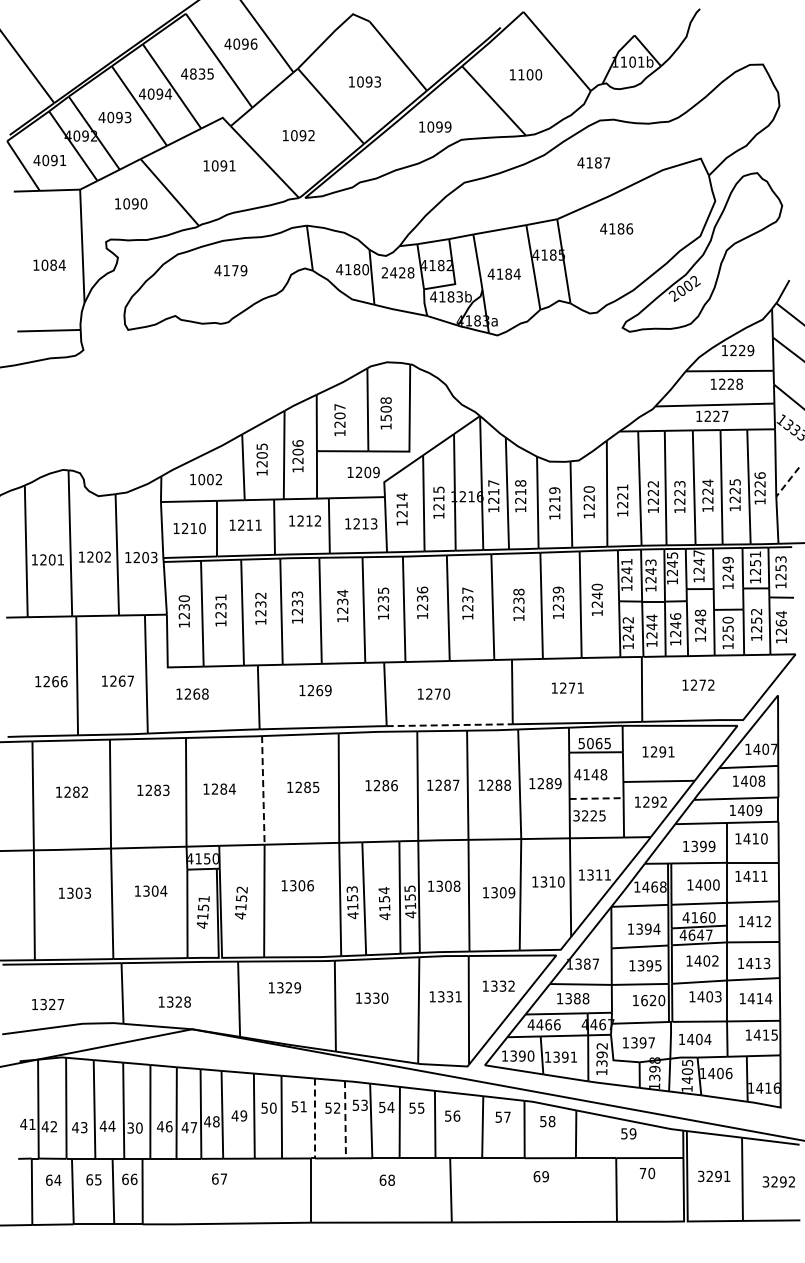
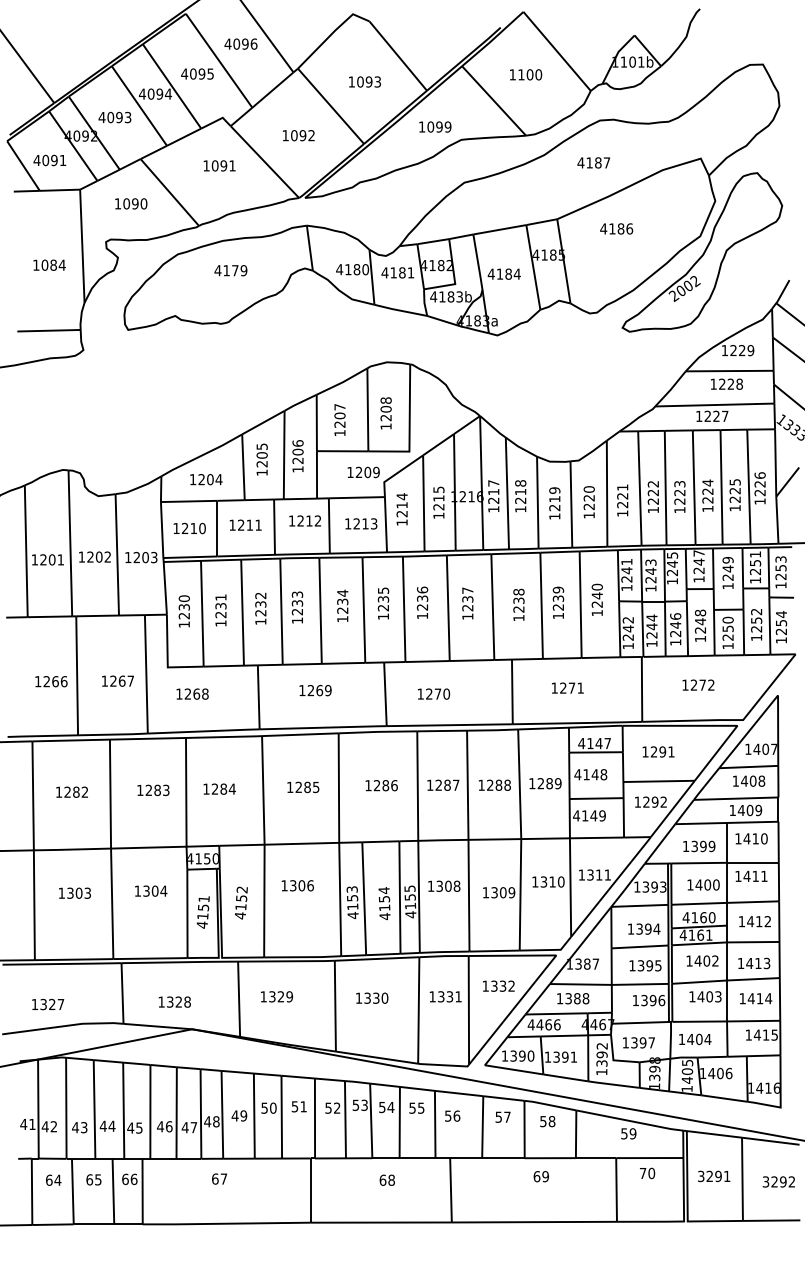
text at (197, 73): 4835 -> 4095
text at (397, 272): 2428 -> 4181
text at (385, 417): 1508 -> 1208
text at (210, 479): 1002 -> 1204
line at (787, 482): dashed -> solid
text at (781, 622): 1264 -> 1254
line at (450, 725): dashed -> solid
text at (594, 743): 5065 -> 4147
line at (263, 790): dashed -> solid
line at (596, 798): dashed -> solid
text at (589, 815): 3225 -> 4149
text at (654, 886): 1468 -> 1393
text at (700, 934): 4647 -> 4161
text at (284, 987) position: (284, 987) -> (276, 996)
text at (653, 1000): 1620 -> 1396
line at (315, 1118): dashed -> solid
line at (345, 1119): dashed -> solid
text at (134, 1127): 30 -> 45
